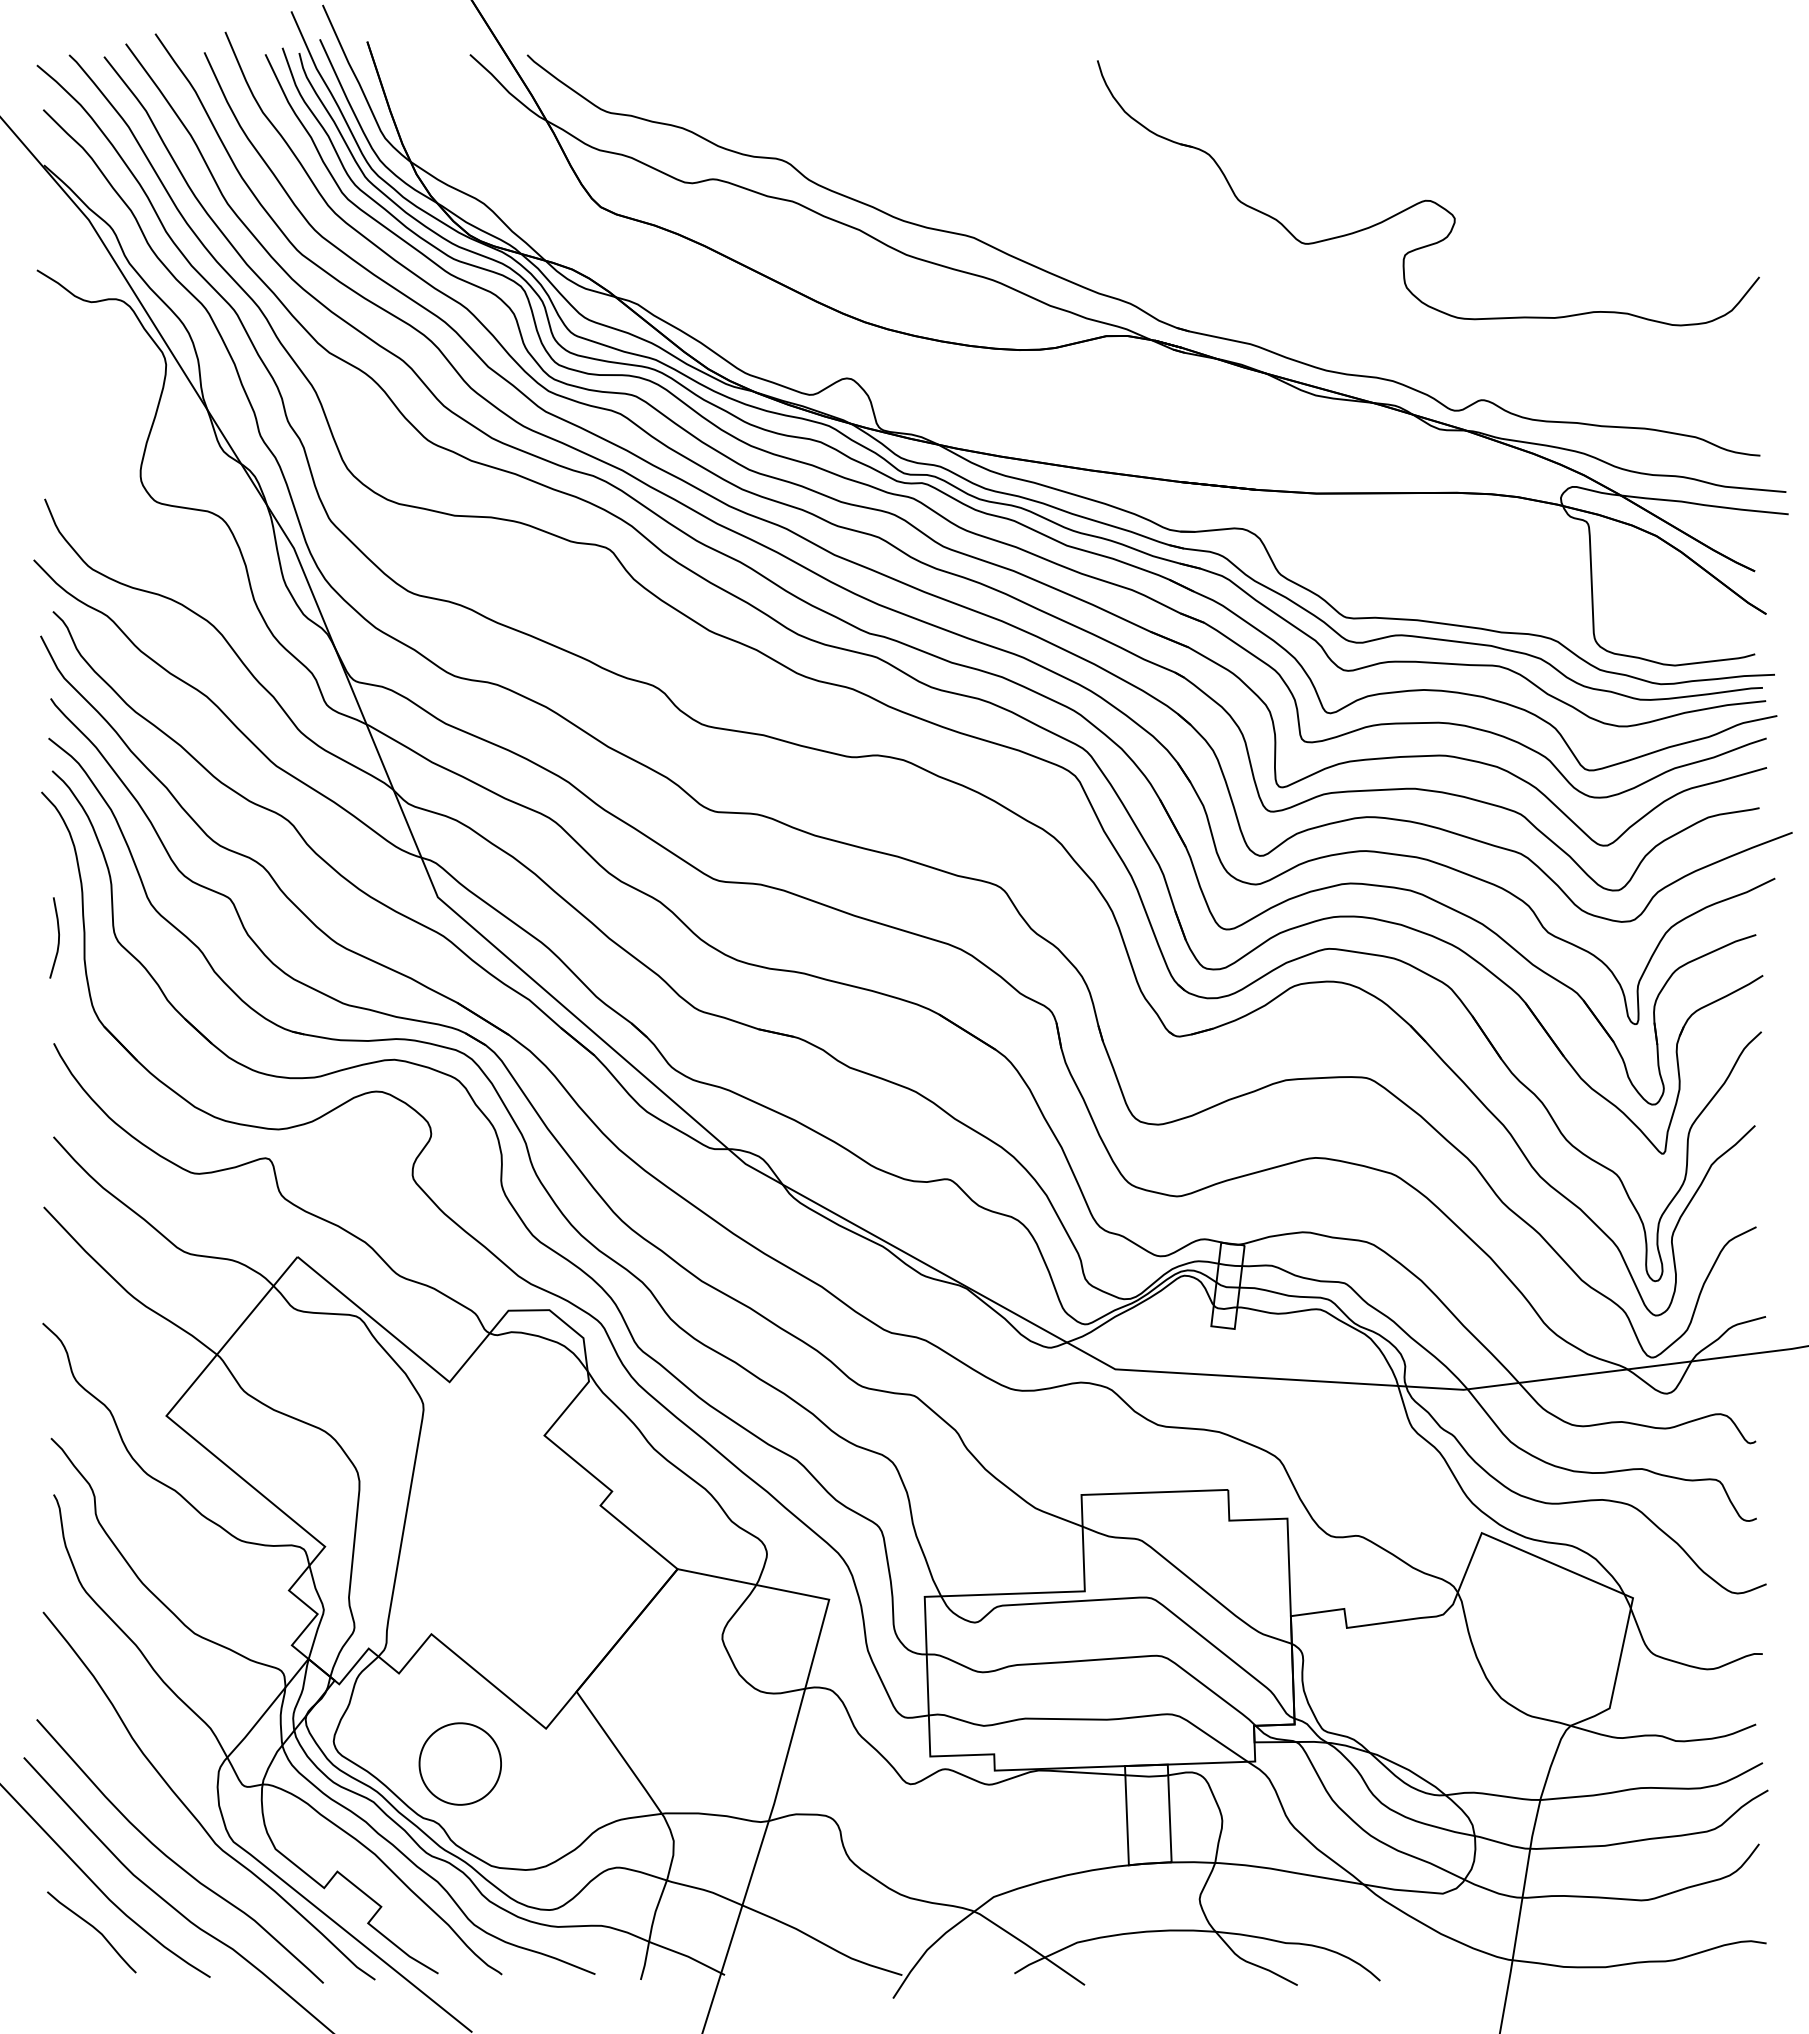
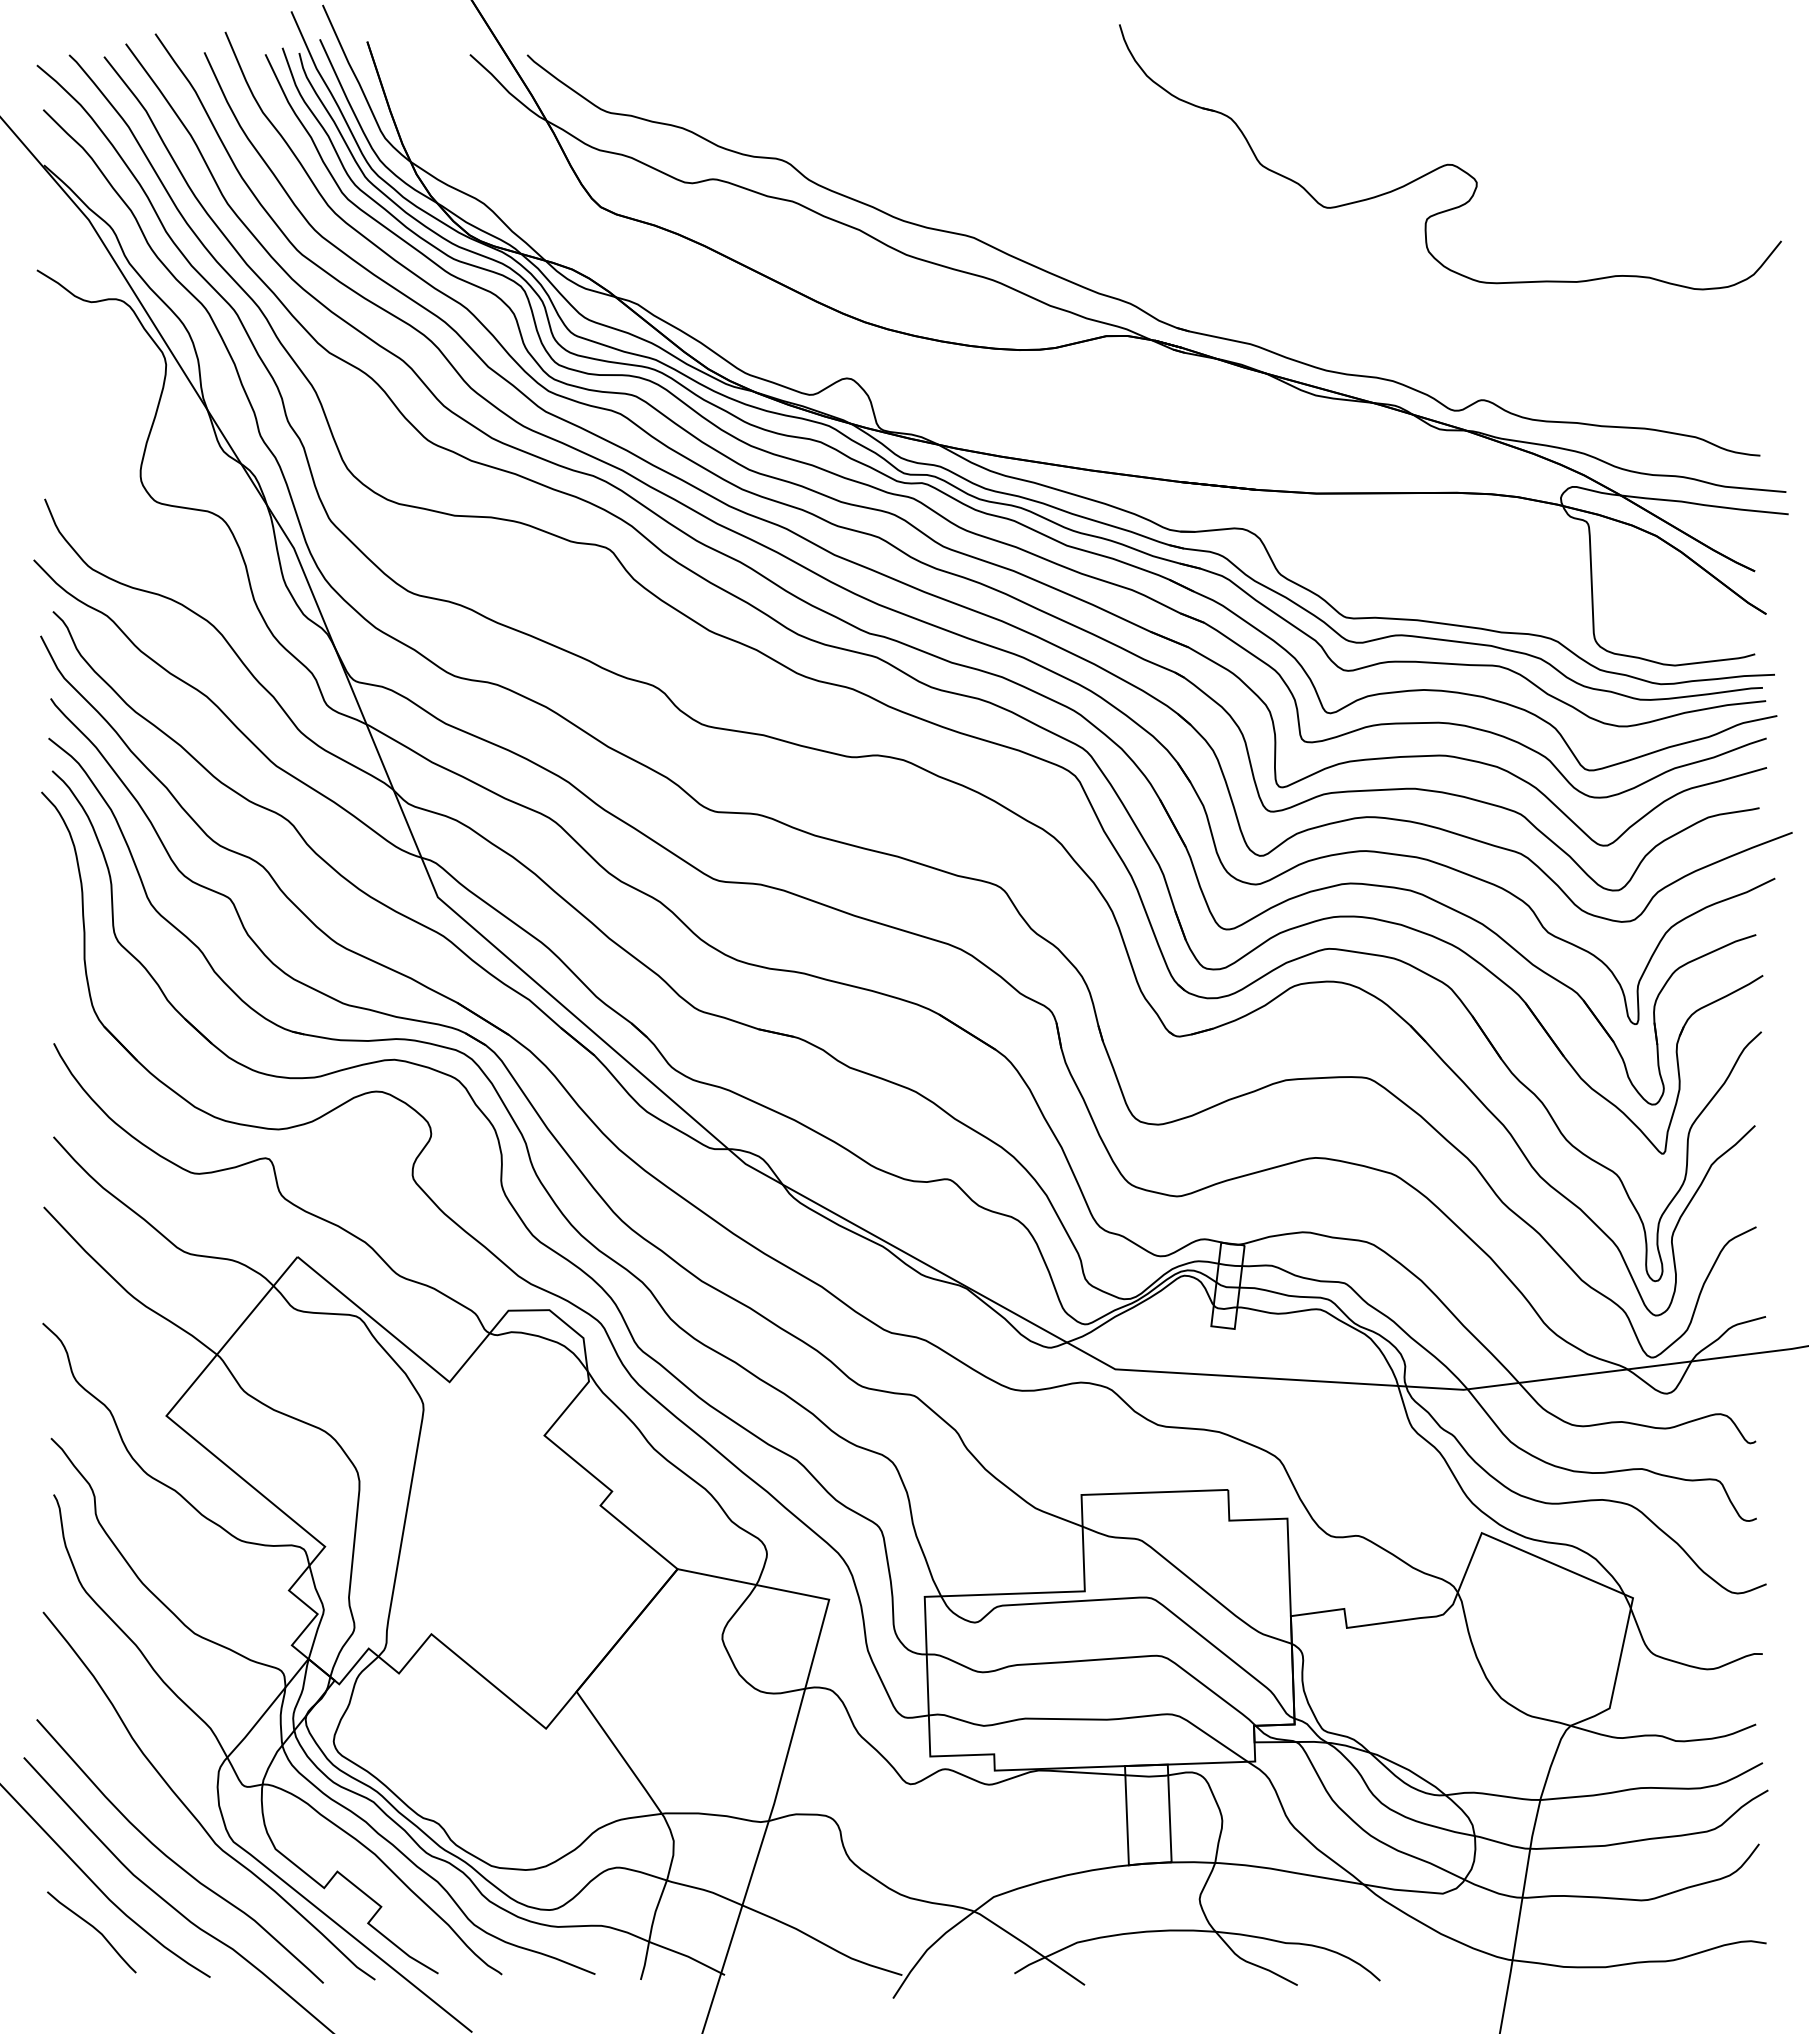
part at (1426, 199) position: (1426, 199) -> (1448, 163)
curve at (58, 937): present -> none
part at (459, 1763): present -> none
